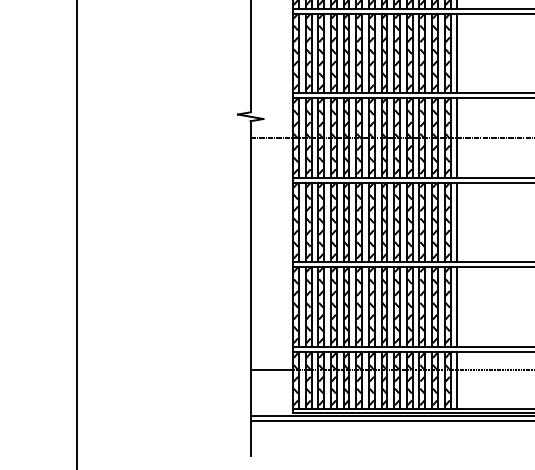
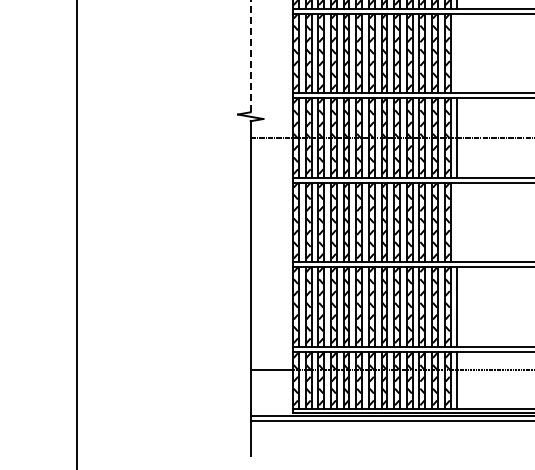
line at (457, 53): present -> none
line at (250, 56): solid -> dashed
line at (457, 222): present -> none
